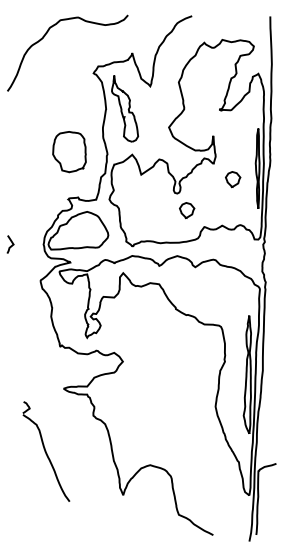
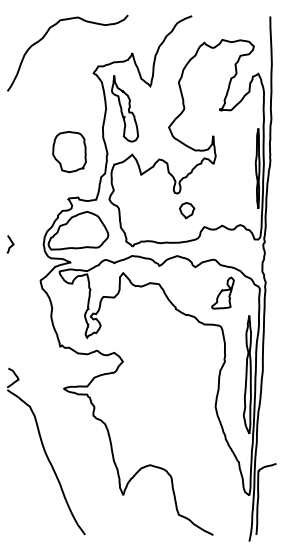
part at (233, 179): present -> none
part at (222, 292): none -> present
part at (46, 451) size: 49x101 px -> 79x168 px
